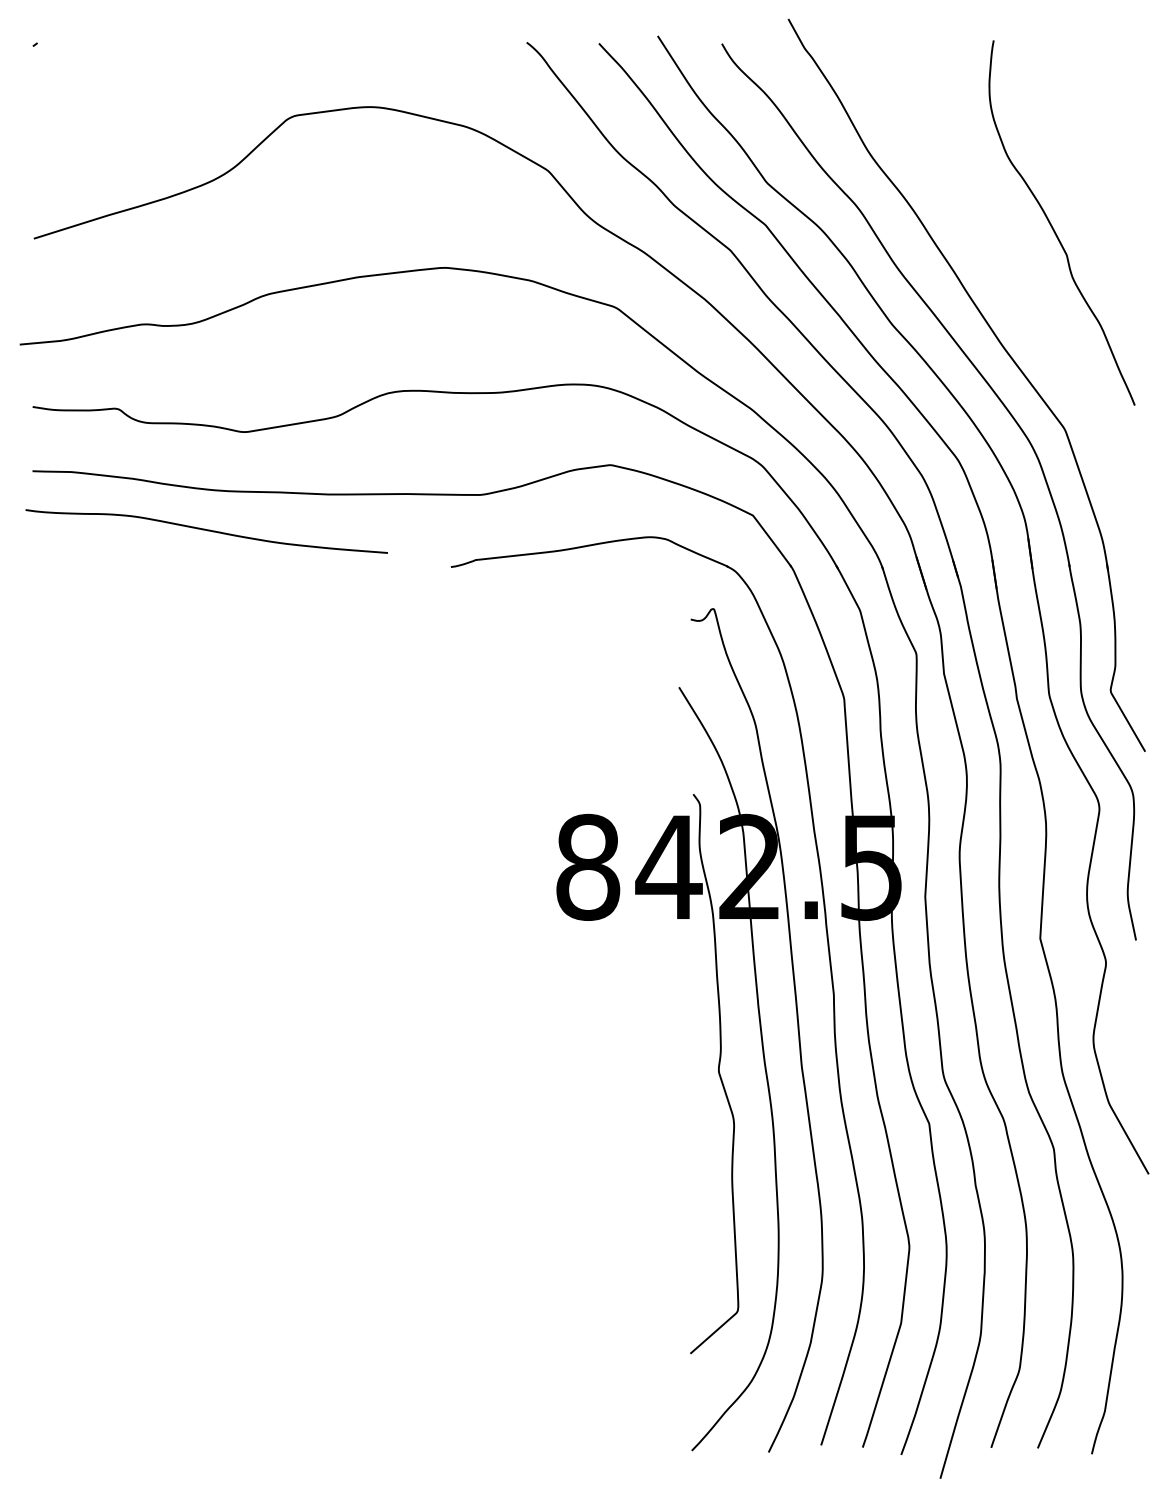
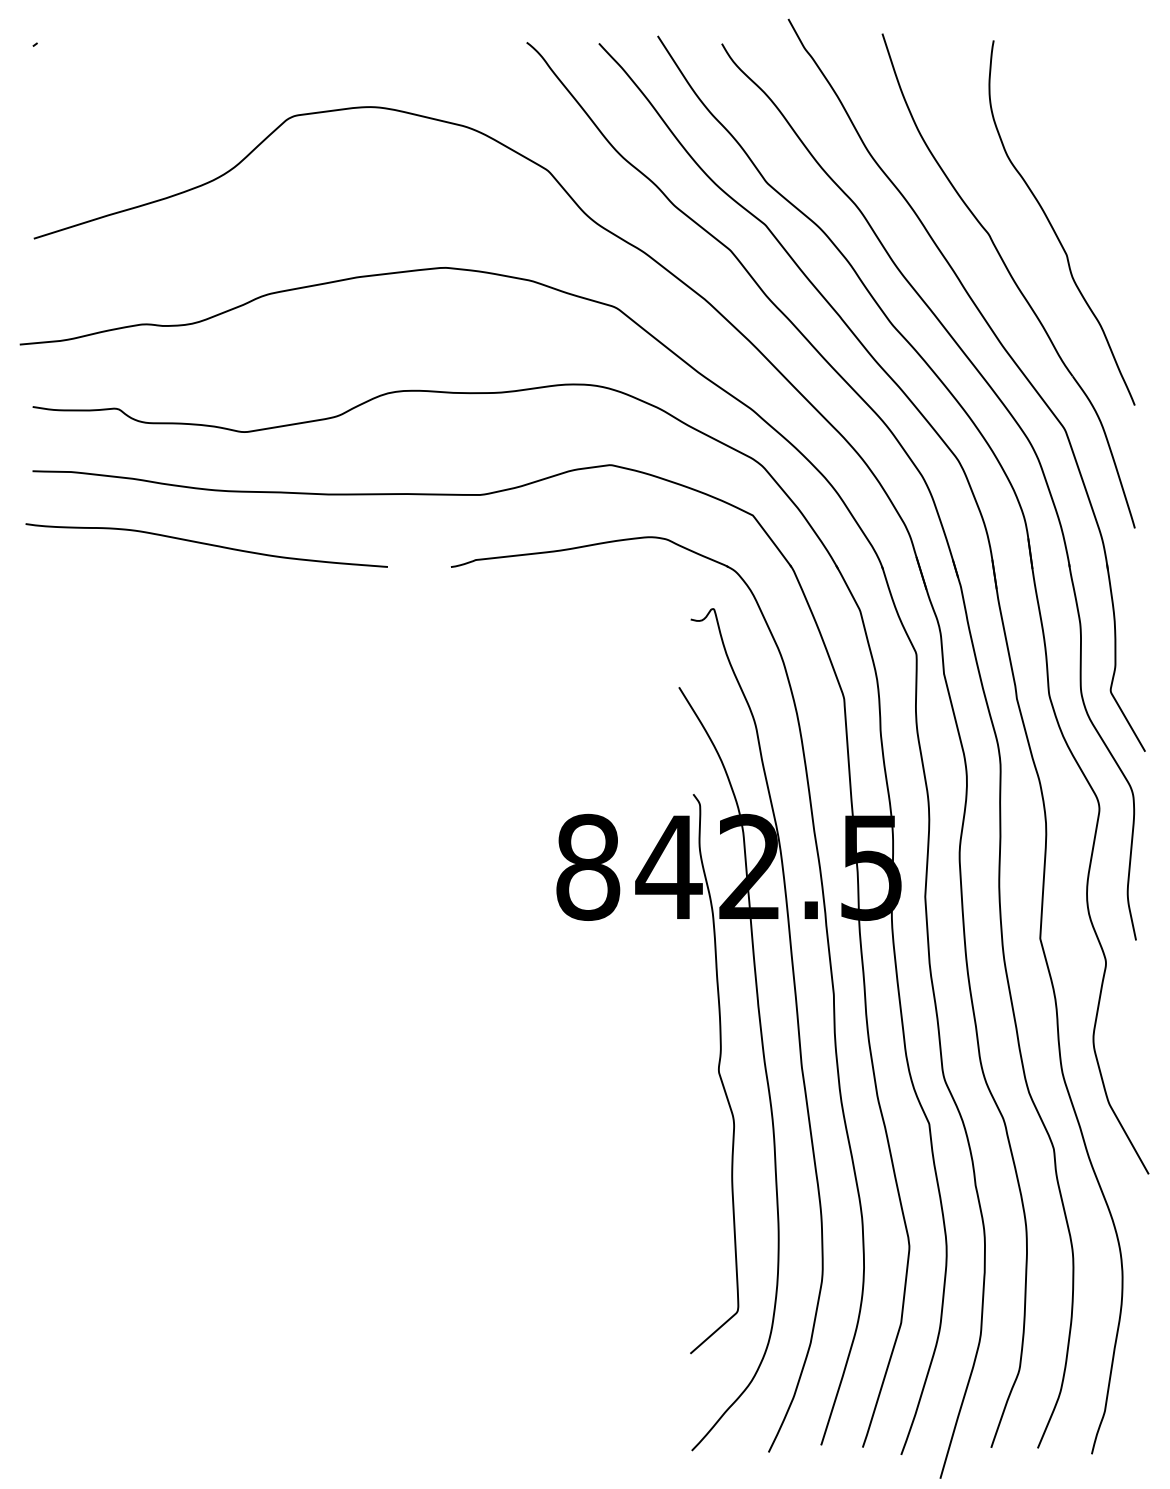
part at (1008, 280): none -> present
curve at (206, 530) position: (206, 530) -> (206, 544)
